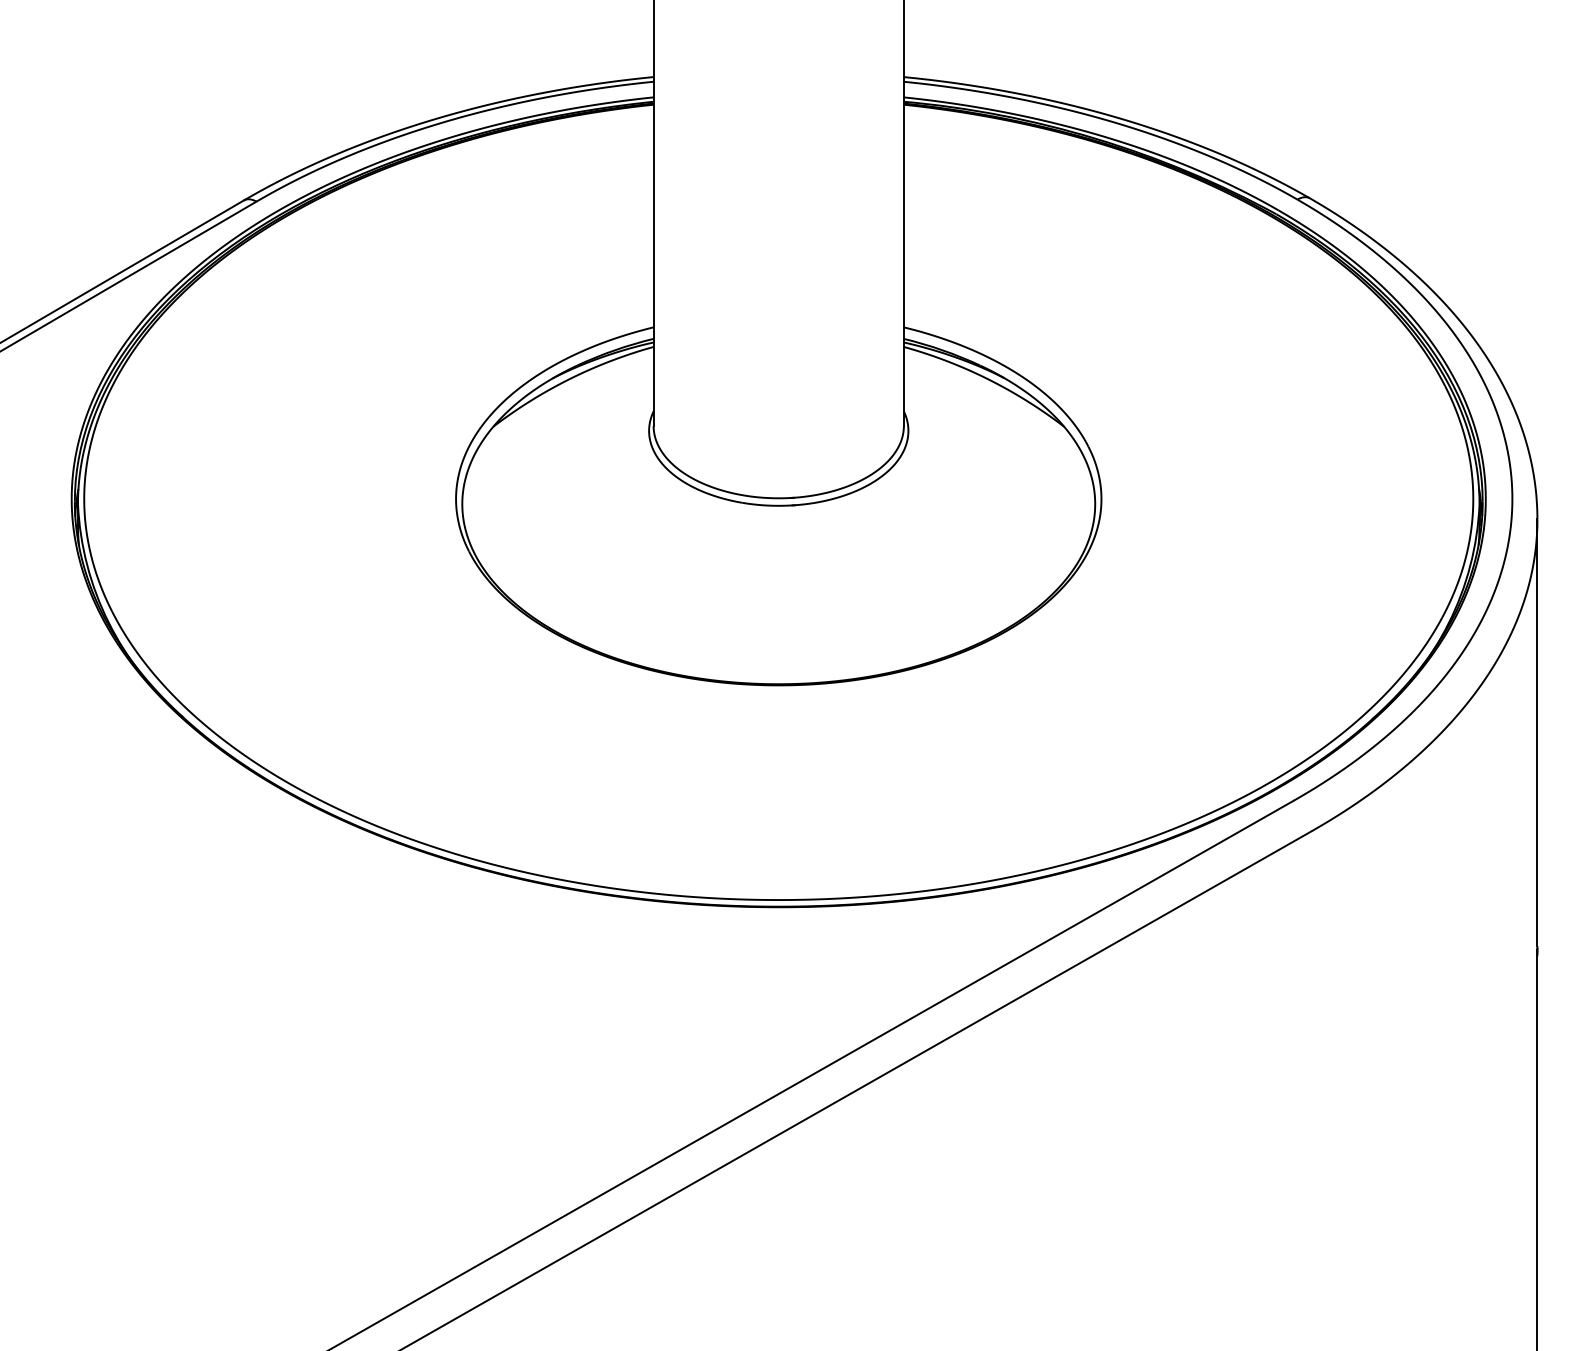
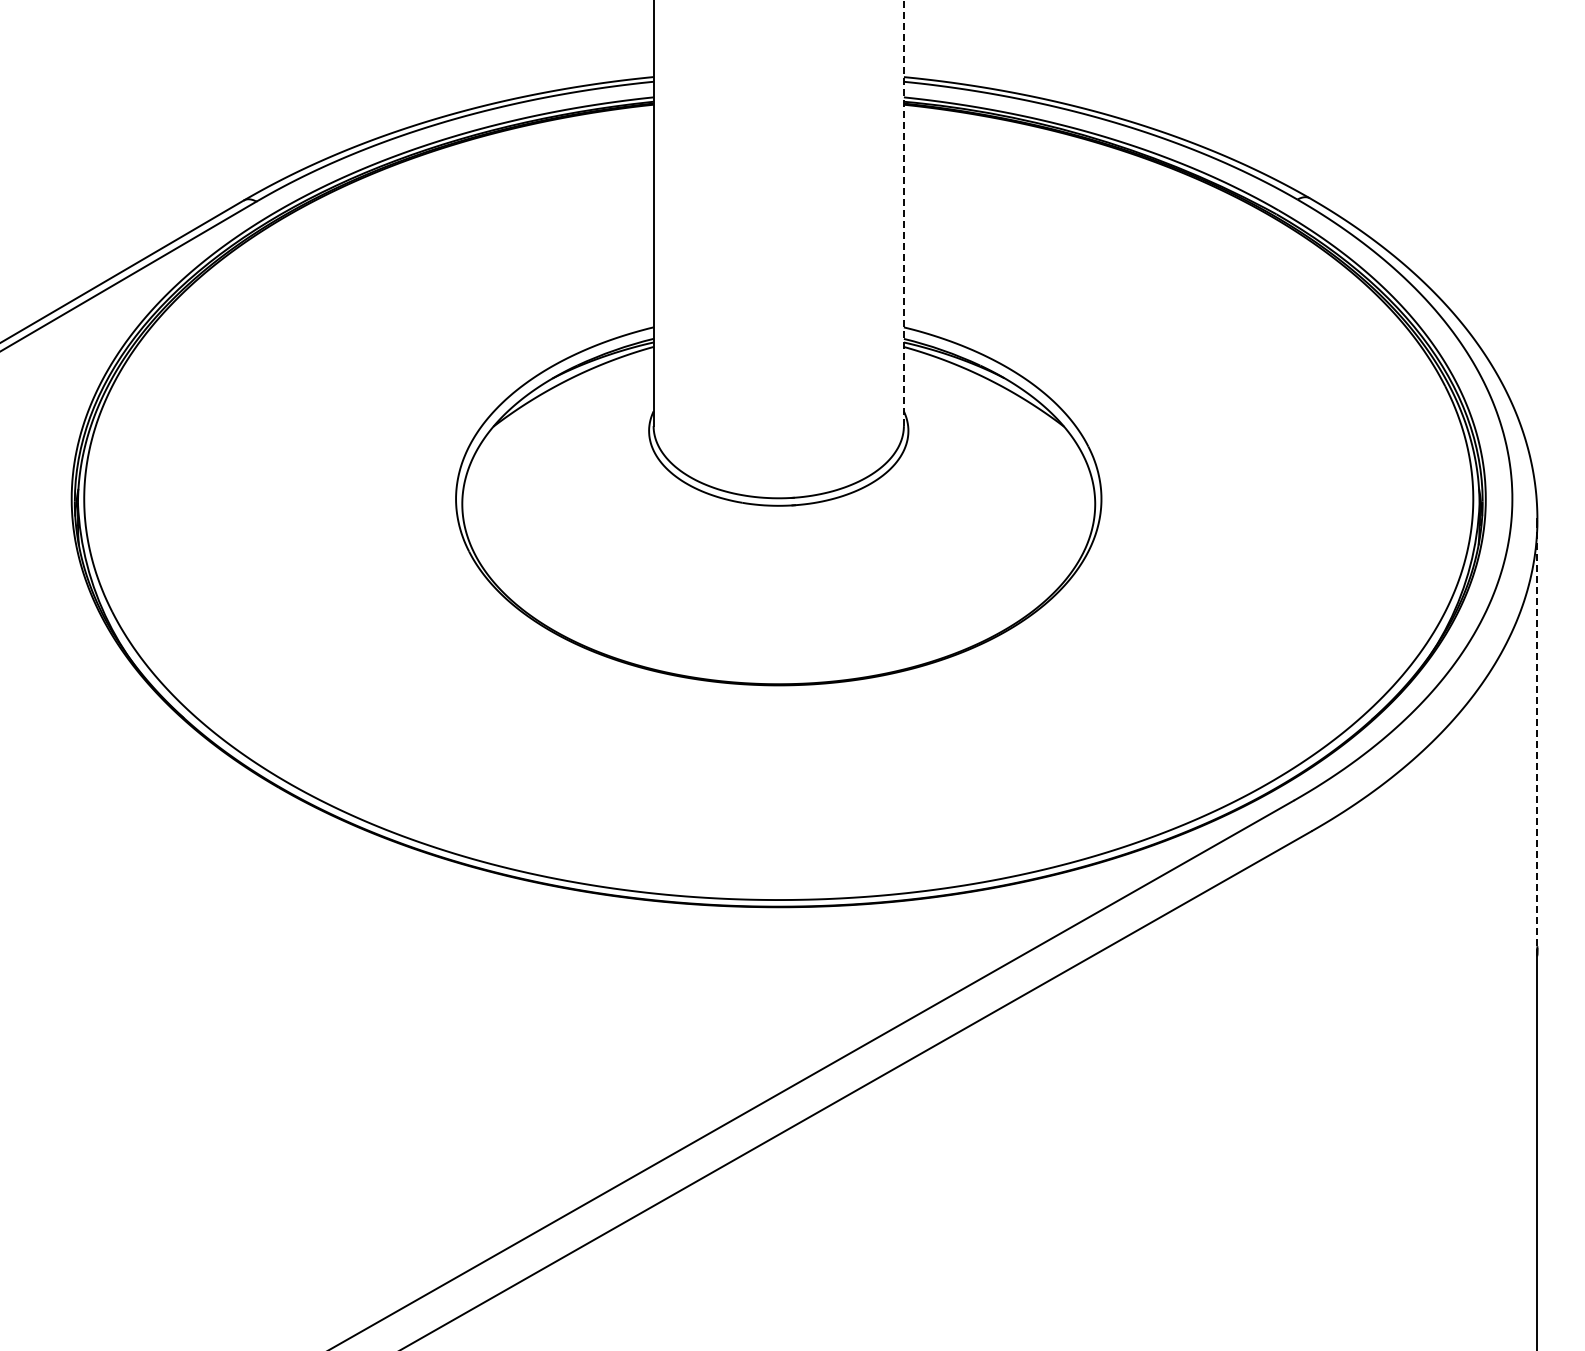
line at (903, 213): solid -> dashed
line at (1537, 732): solid -> dashed
